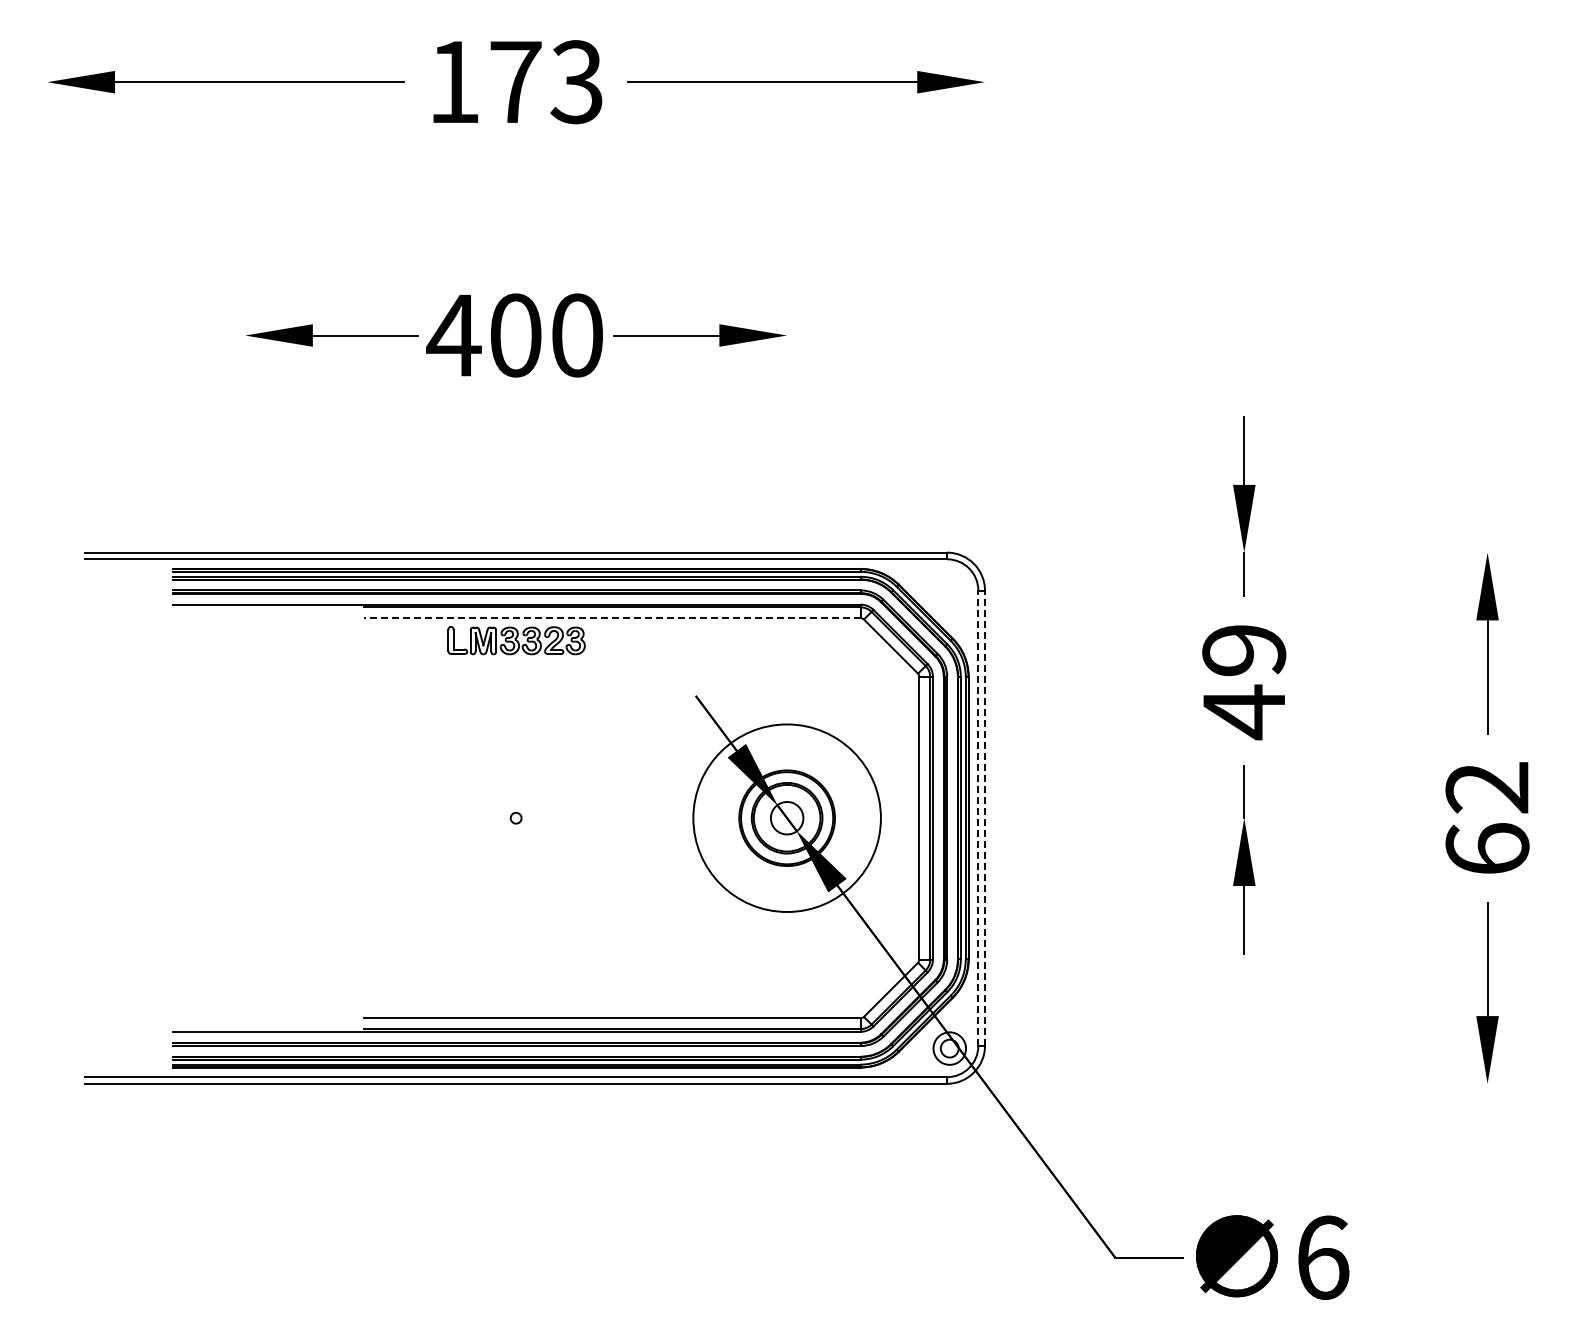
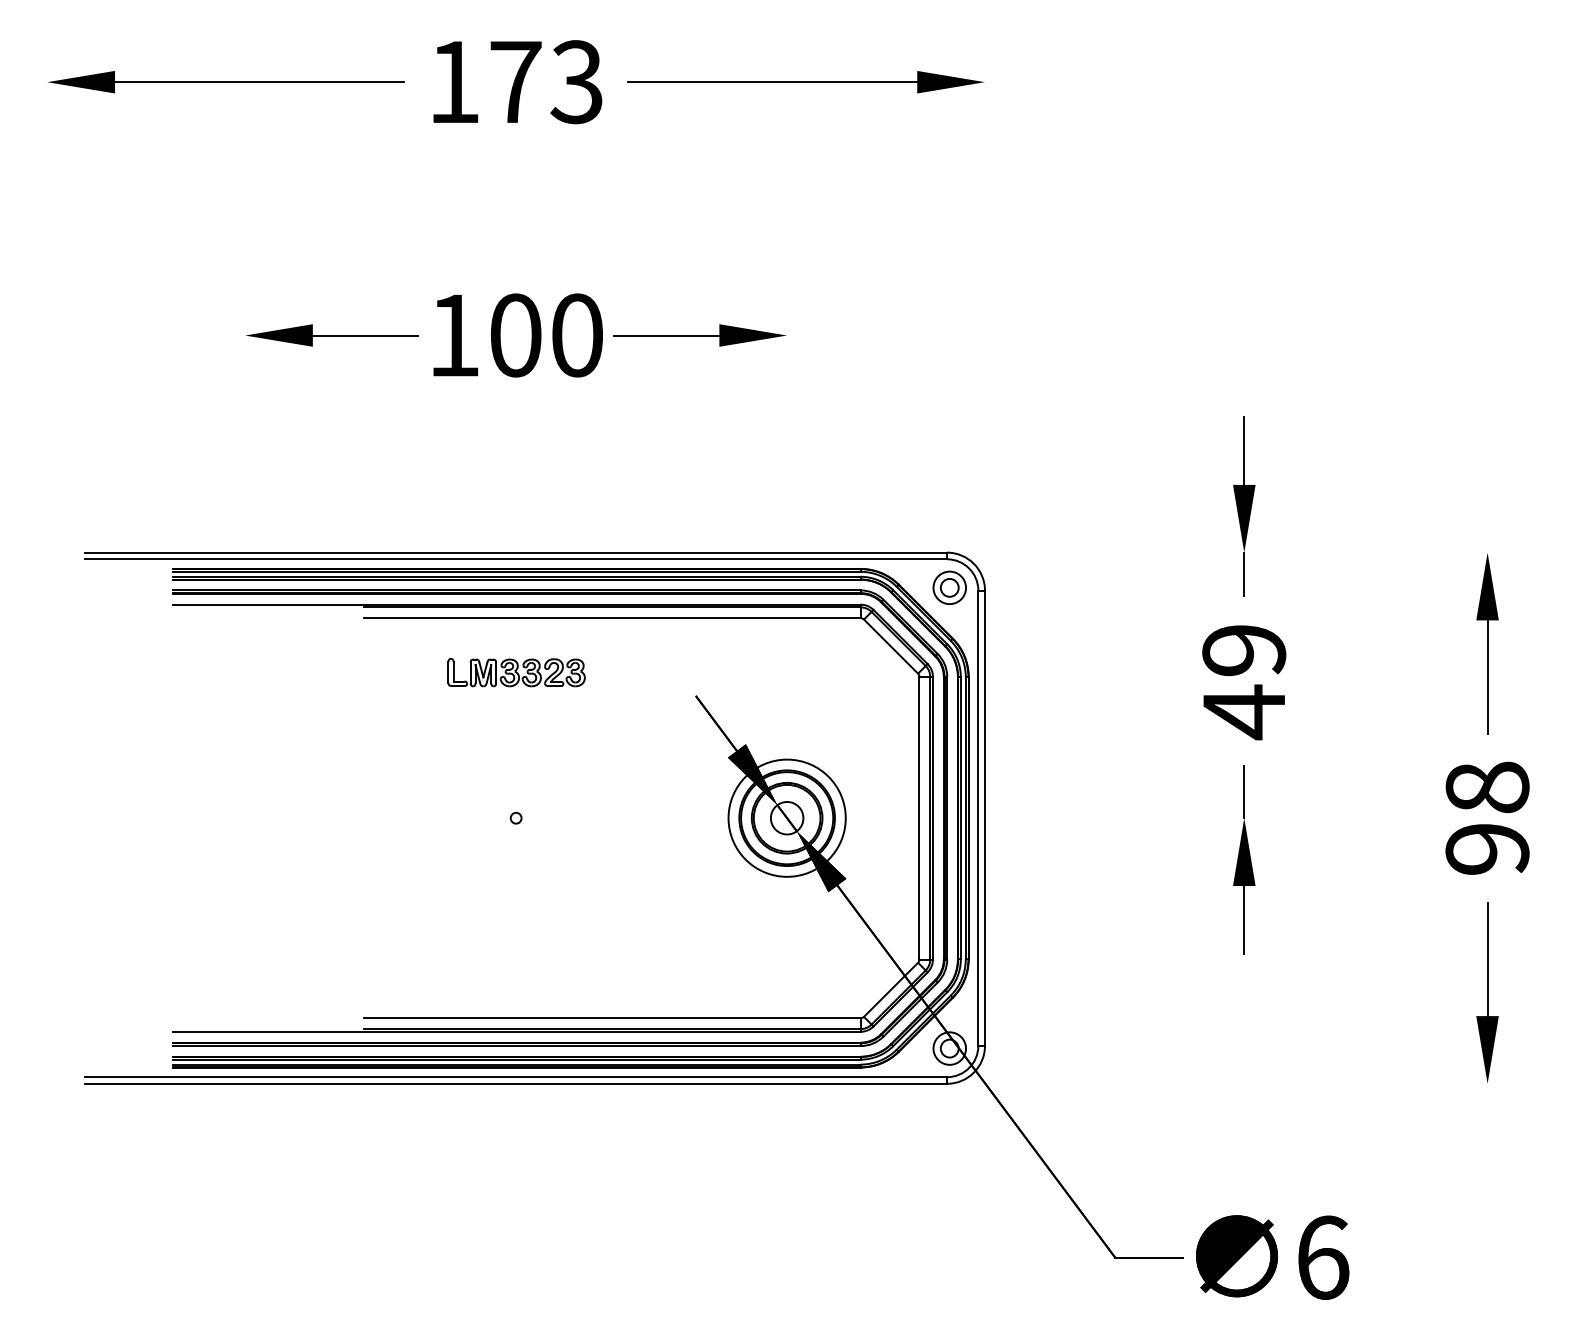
text at (453, 335): 400 -> 100
part at (949, 587): none -> present
line at (612, 618): dashed -> solid
part at (516, 640) position: (516, 640) -> (516, 672)
text at (1487, 817): 62 -> 98
circle at (786, 818) diameter: 188 px -> 117 px
line at (978, 818): dashed -> solid
line at (985, 818): dashed -> solid
